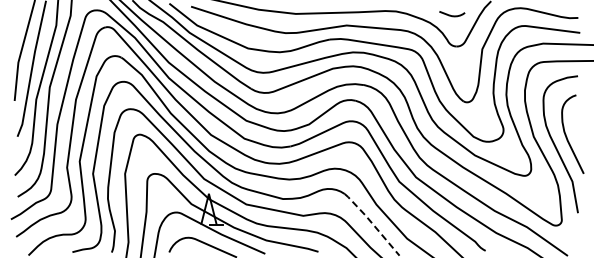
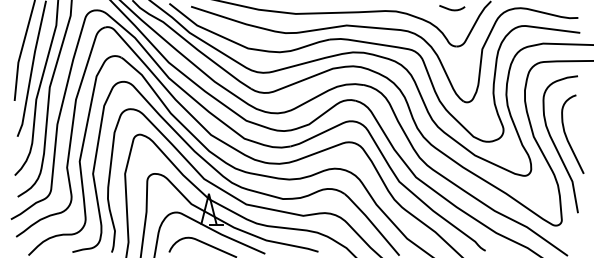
curve at (452, 15) position: (452, 15) -> (452, 9)
line at (371, 223): dashed -> solid
